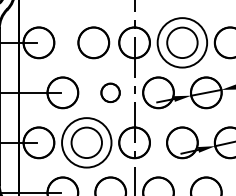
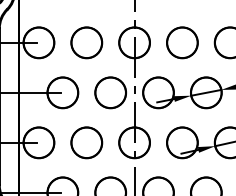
part at (93, 42) position: (93, 42) -> (86, 42)
circle at (182, 42) diameter: 49 px -> 31 px
part at (110, 92) size: 21x22 px -> 33x34 px
circle at (86, 142) diameter: 49 px -> 31 px
